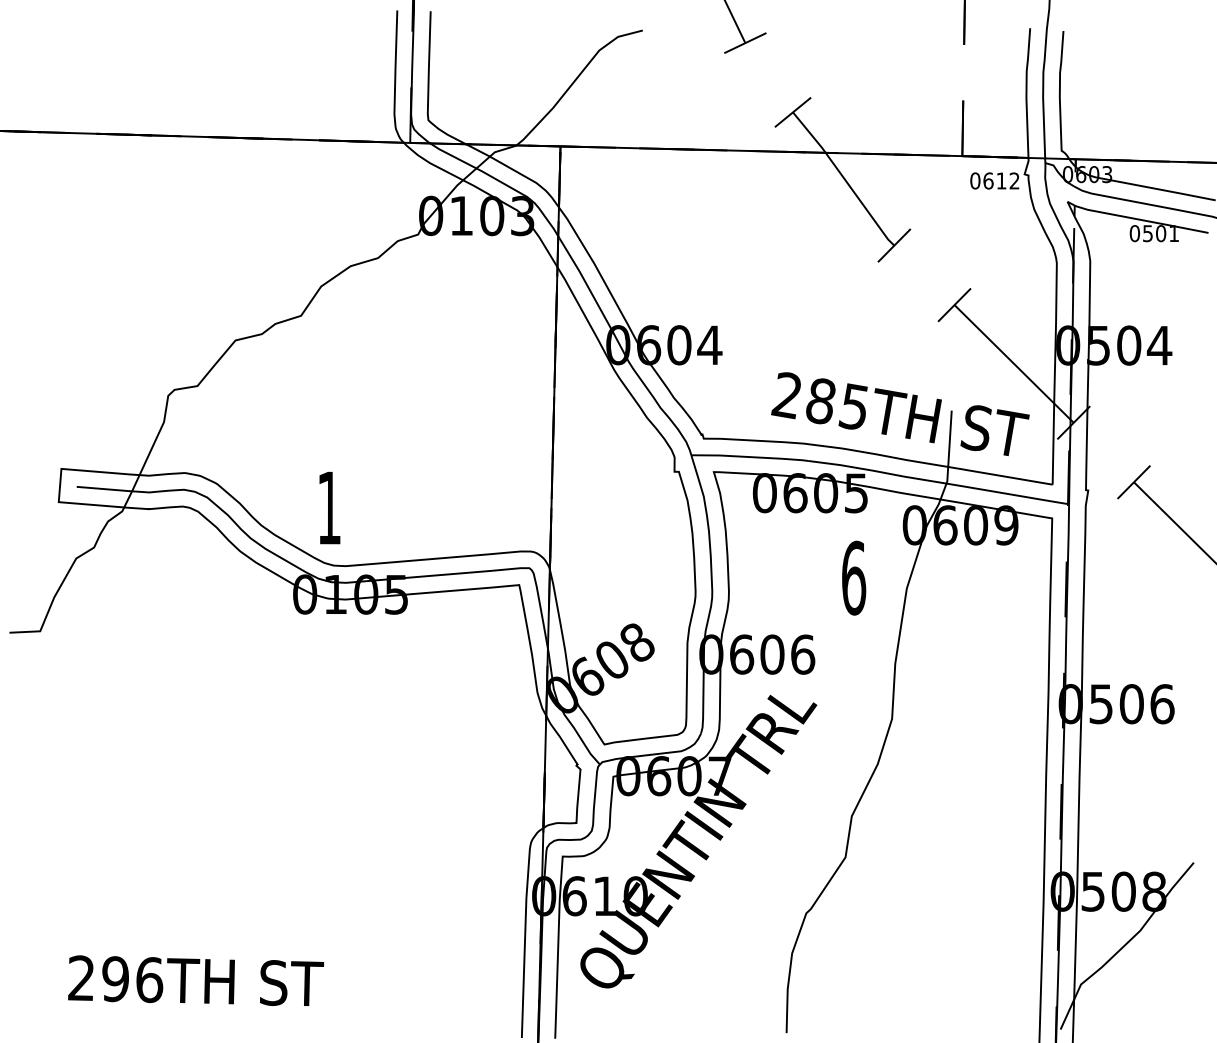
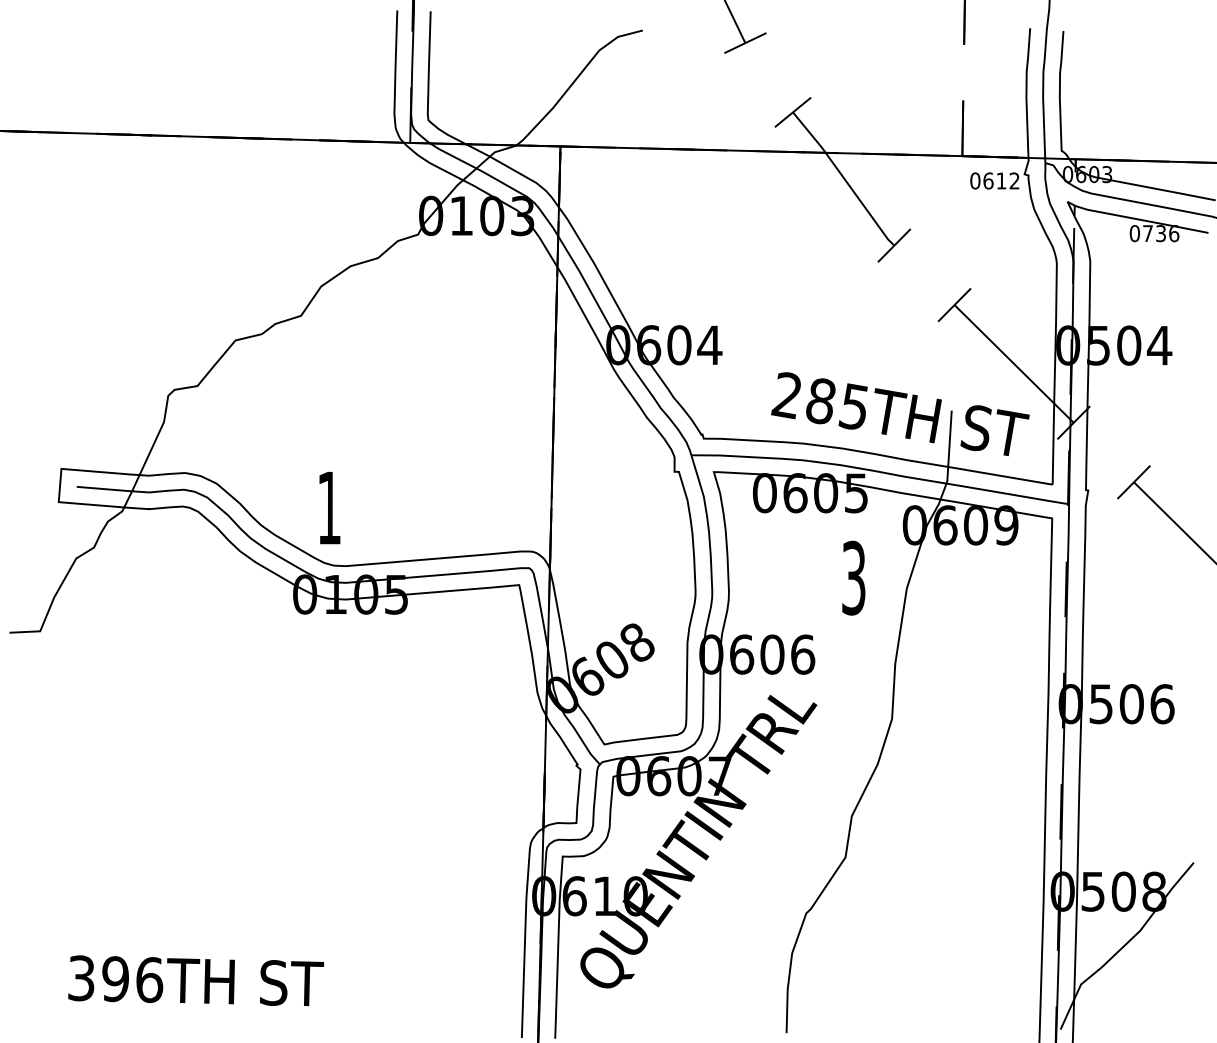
text at (1161, 233): 0501 -> 0736
text at (854, 577): 6 -> 3
text at (81, 978): 296TH -> 396TH
